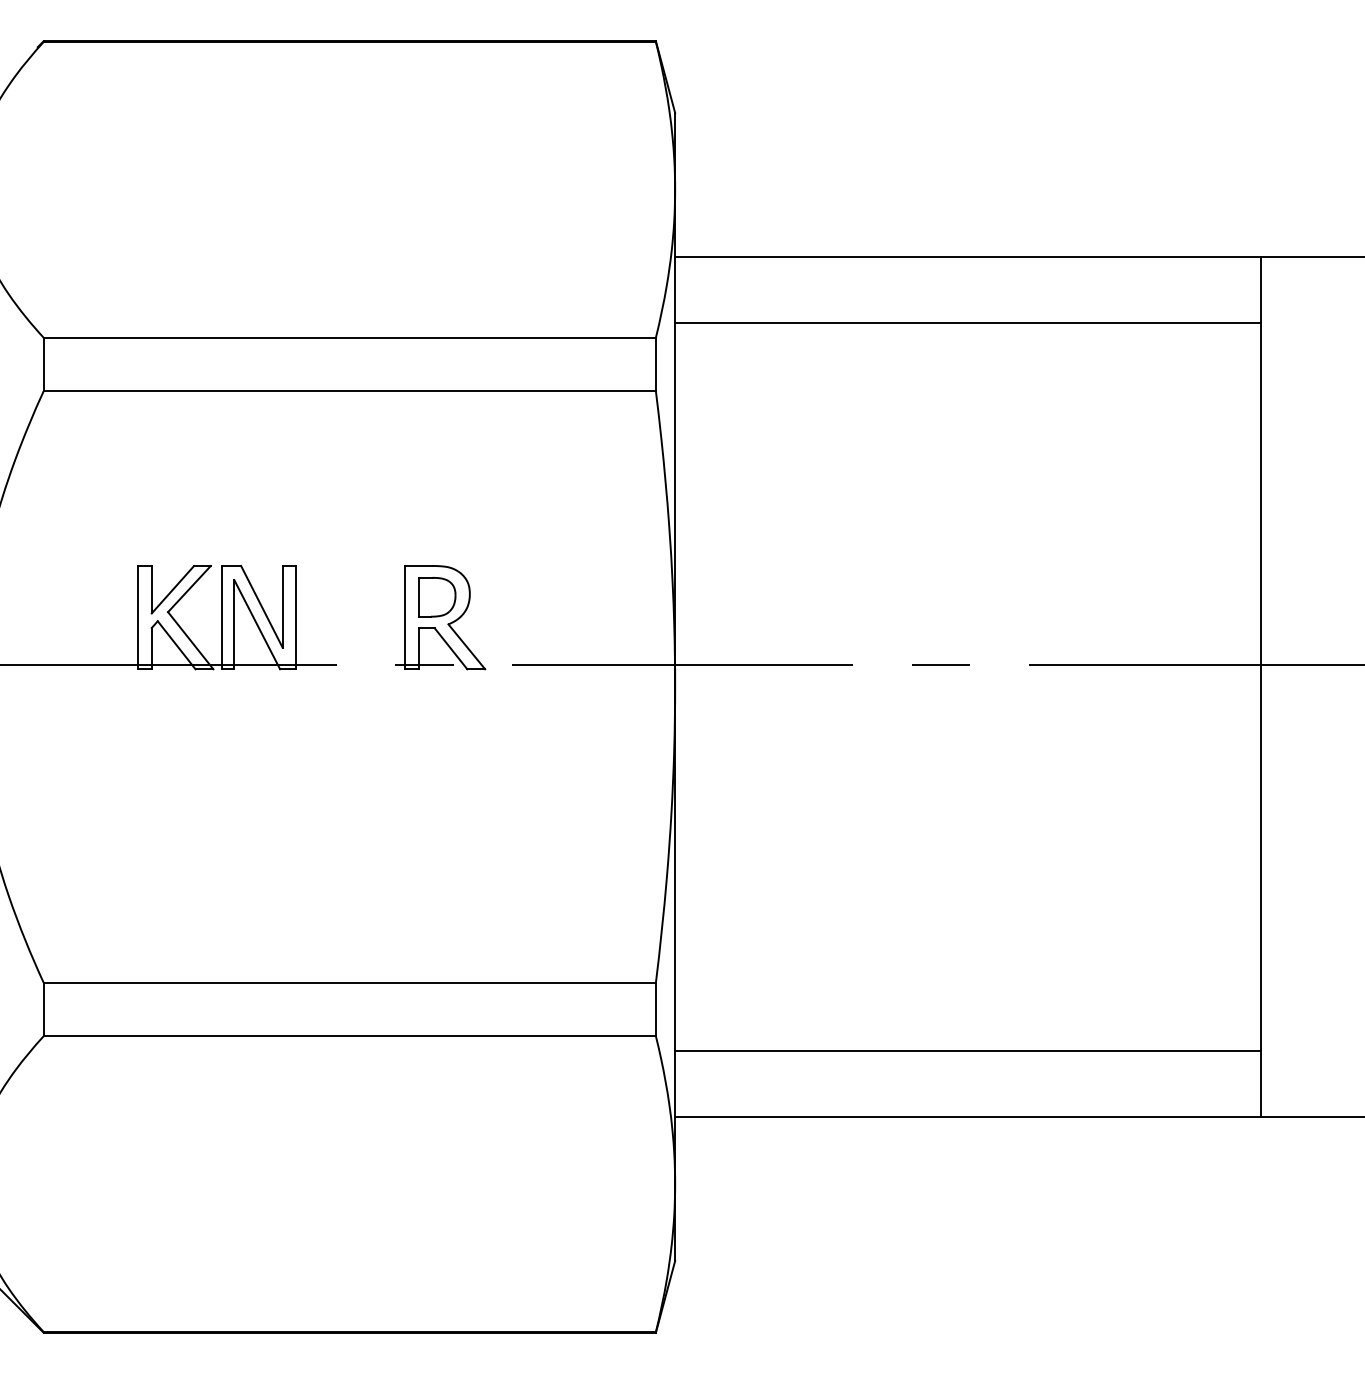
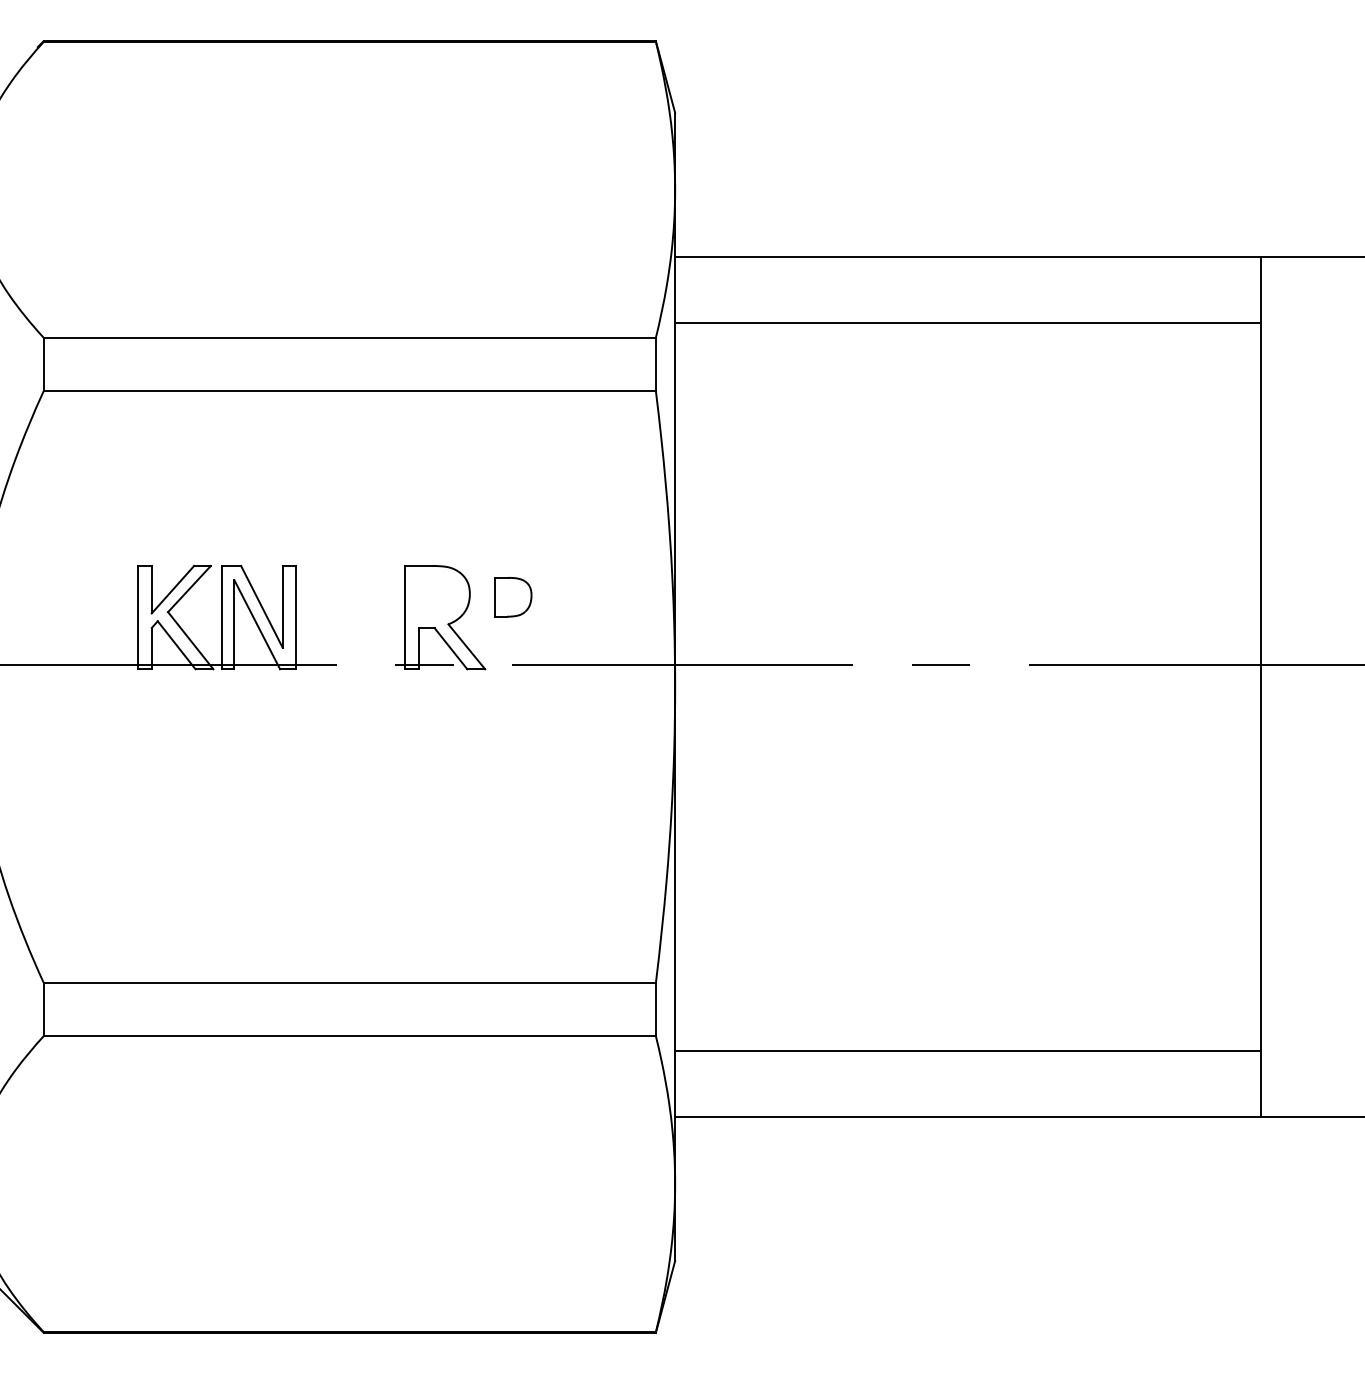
part at (437, 597) position: (437, 597) -> (513, 597)
